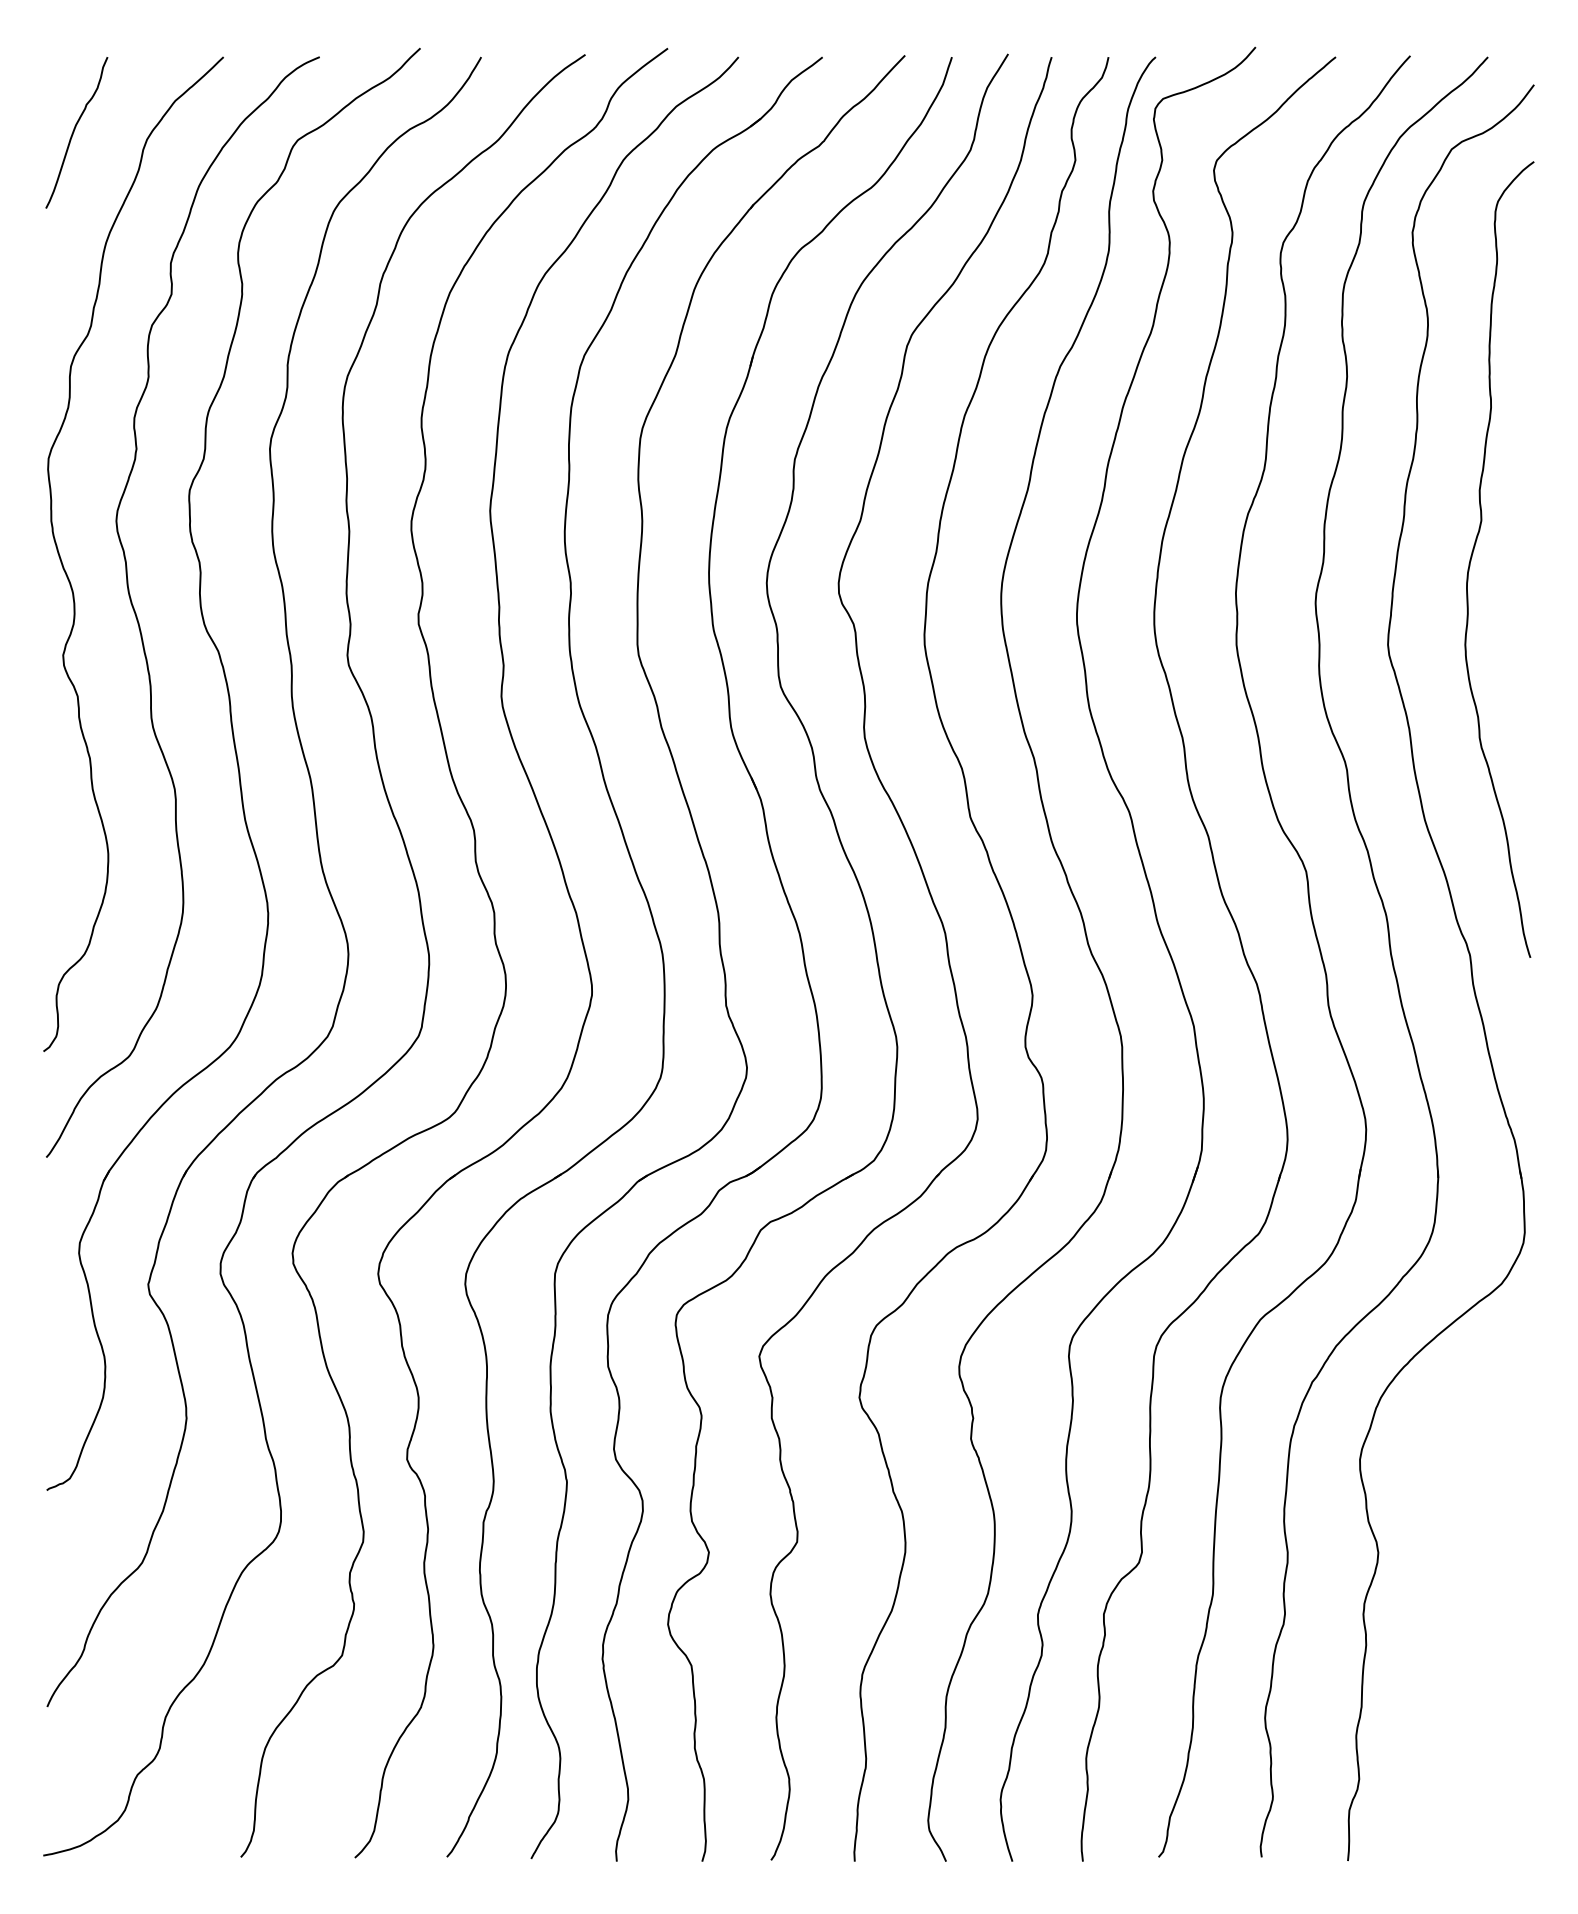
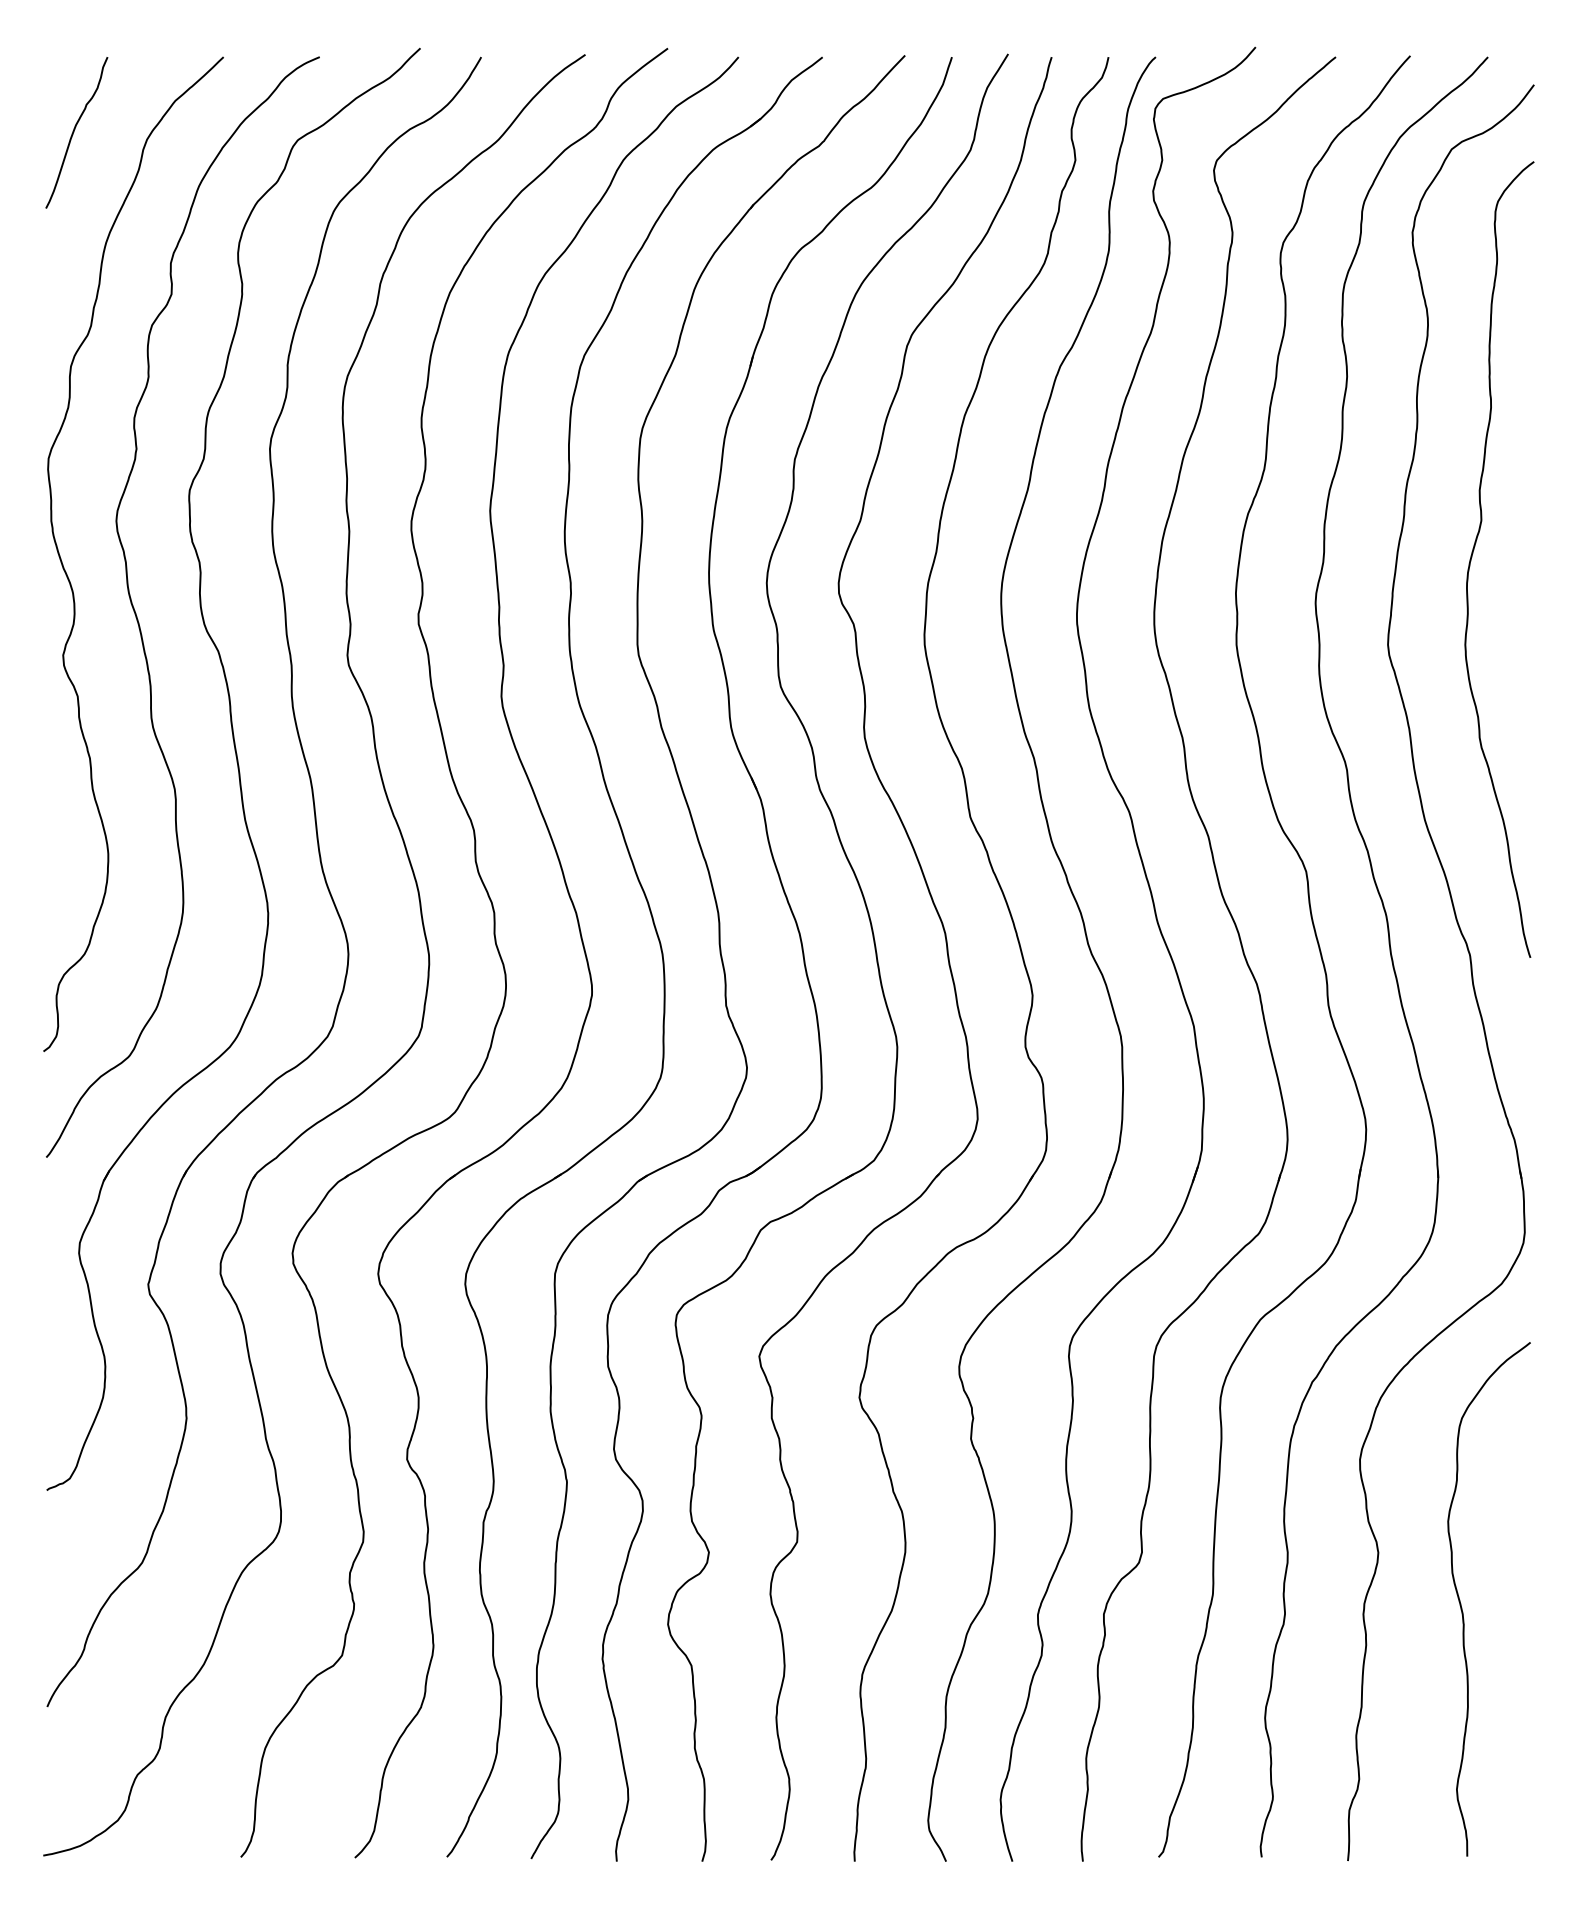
curve at (1462, 1607): none -> present
